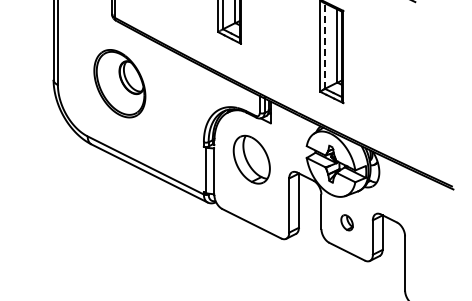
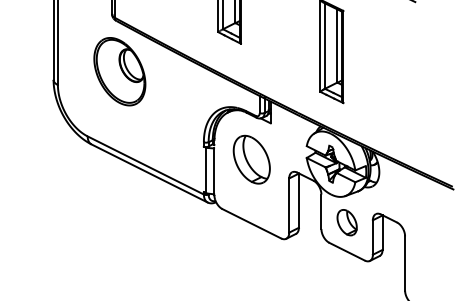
line at (324, 46): dashed -> solid
part at (119, 83) position: (119, 83) -> (119, 71)
part at (346, 222) size: 14x18 px -> 22x28 px
